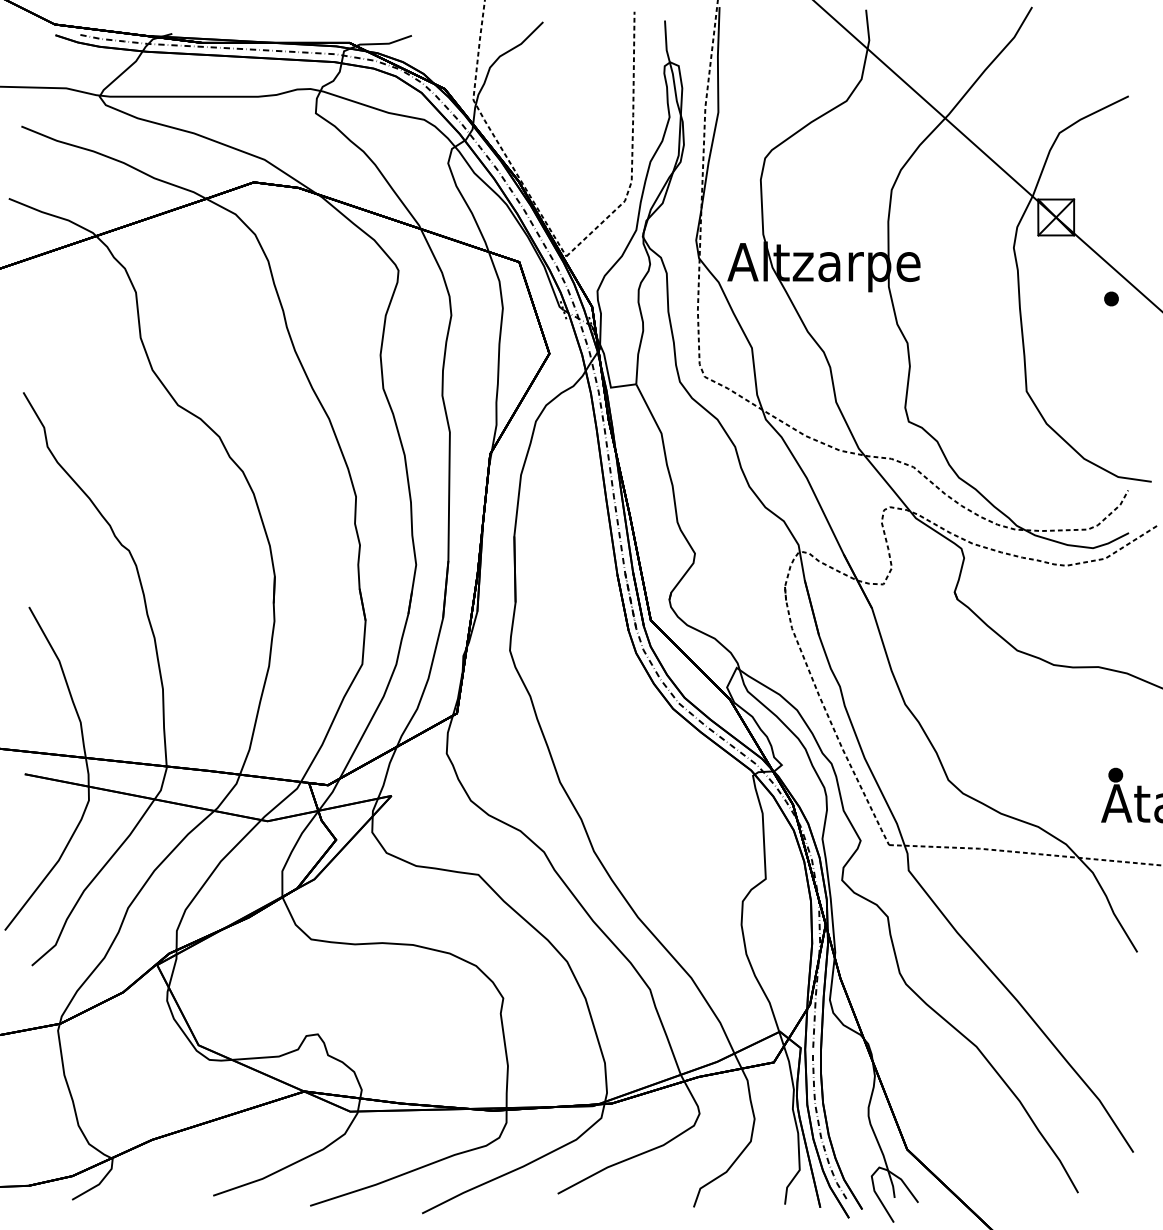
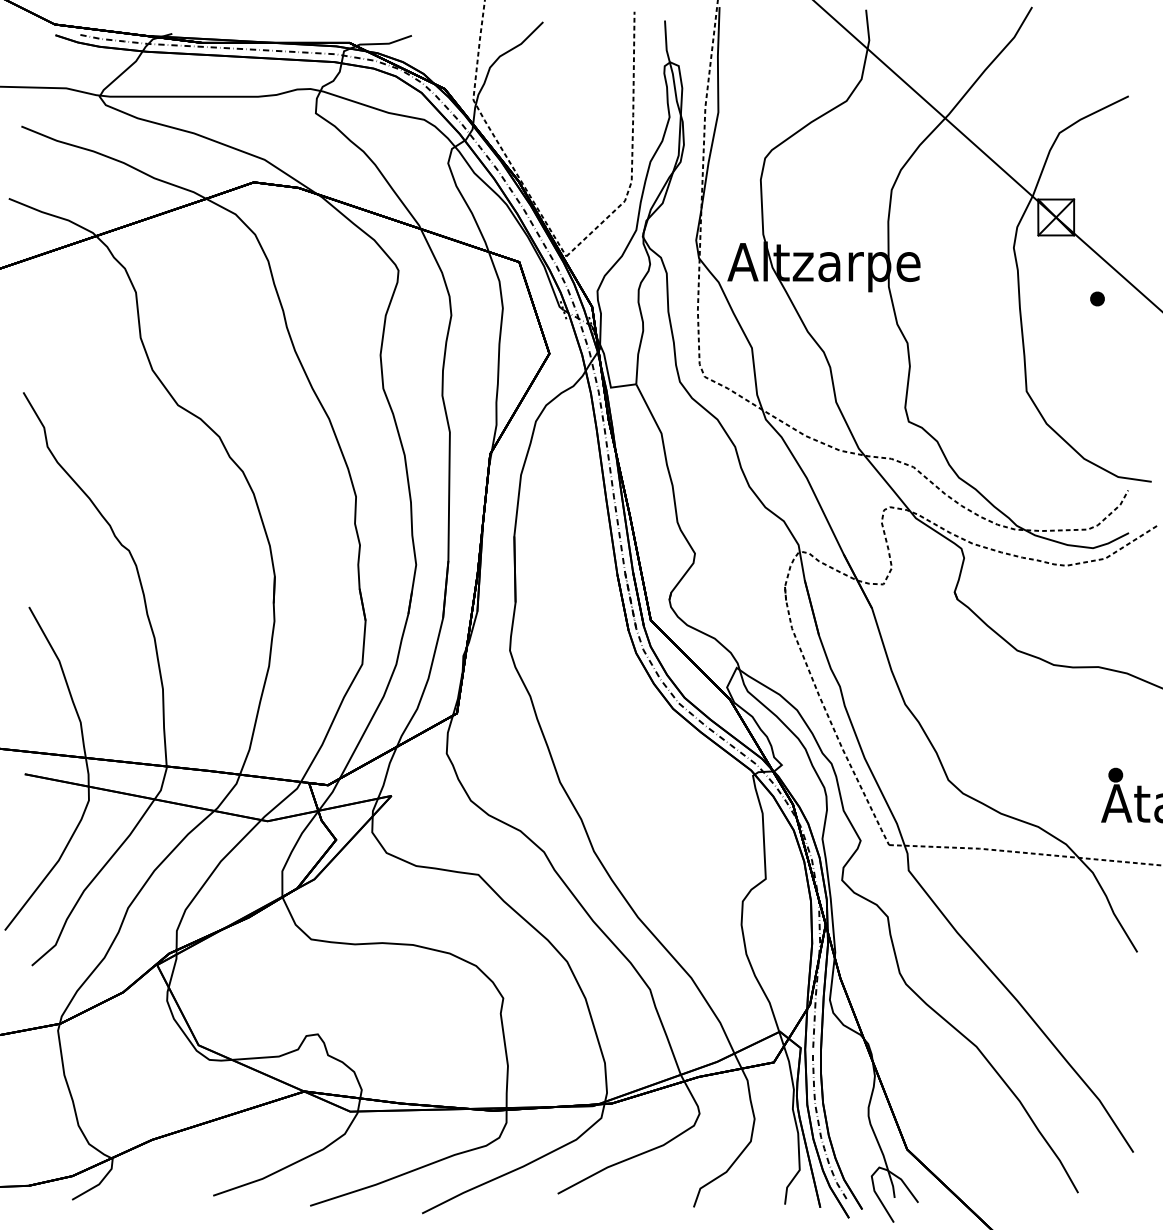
part at (1111, 298) position: (1111, 298) -> (1097, 298)
